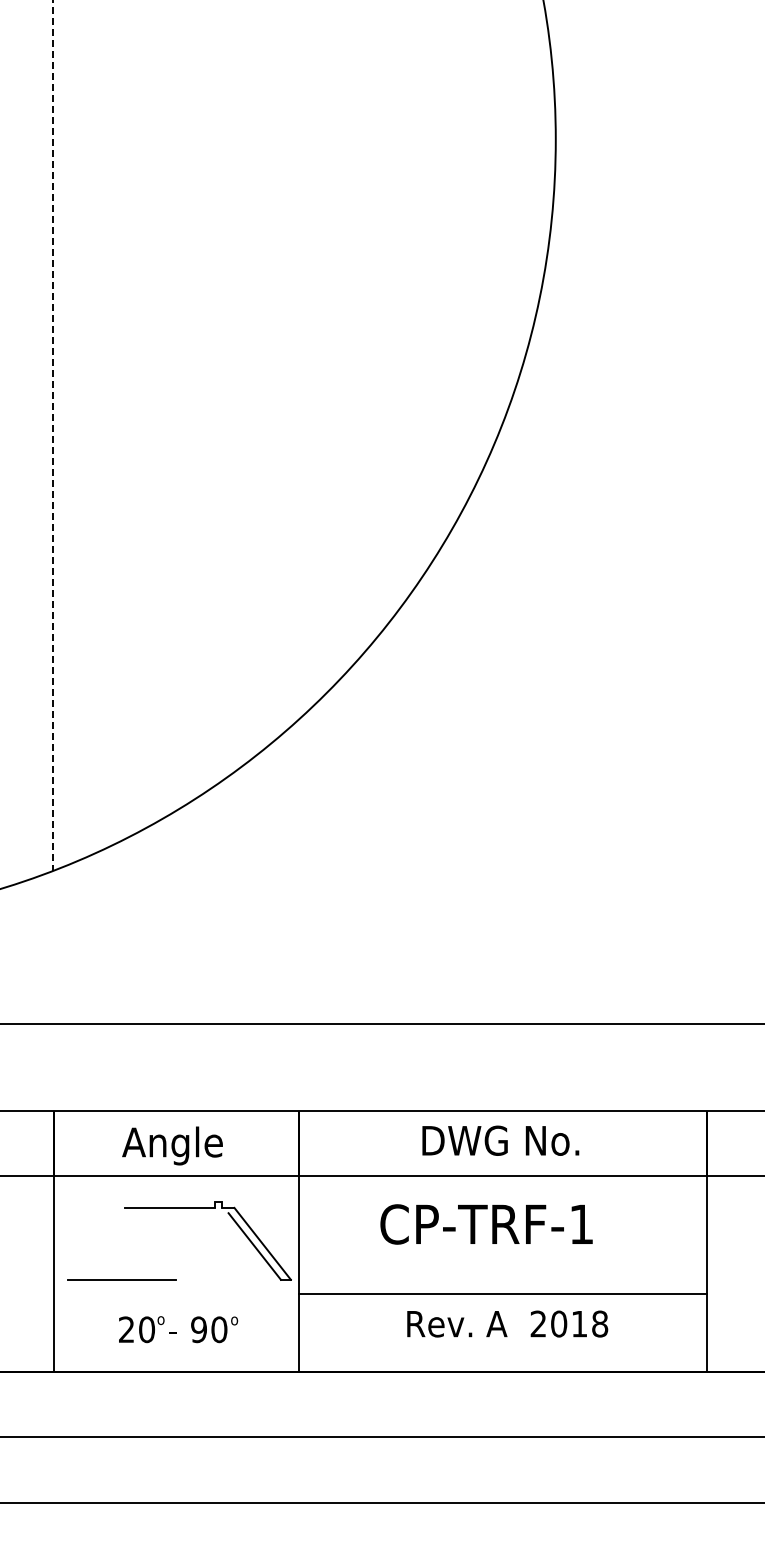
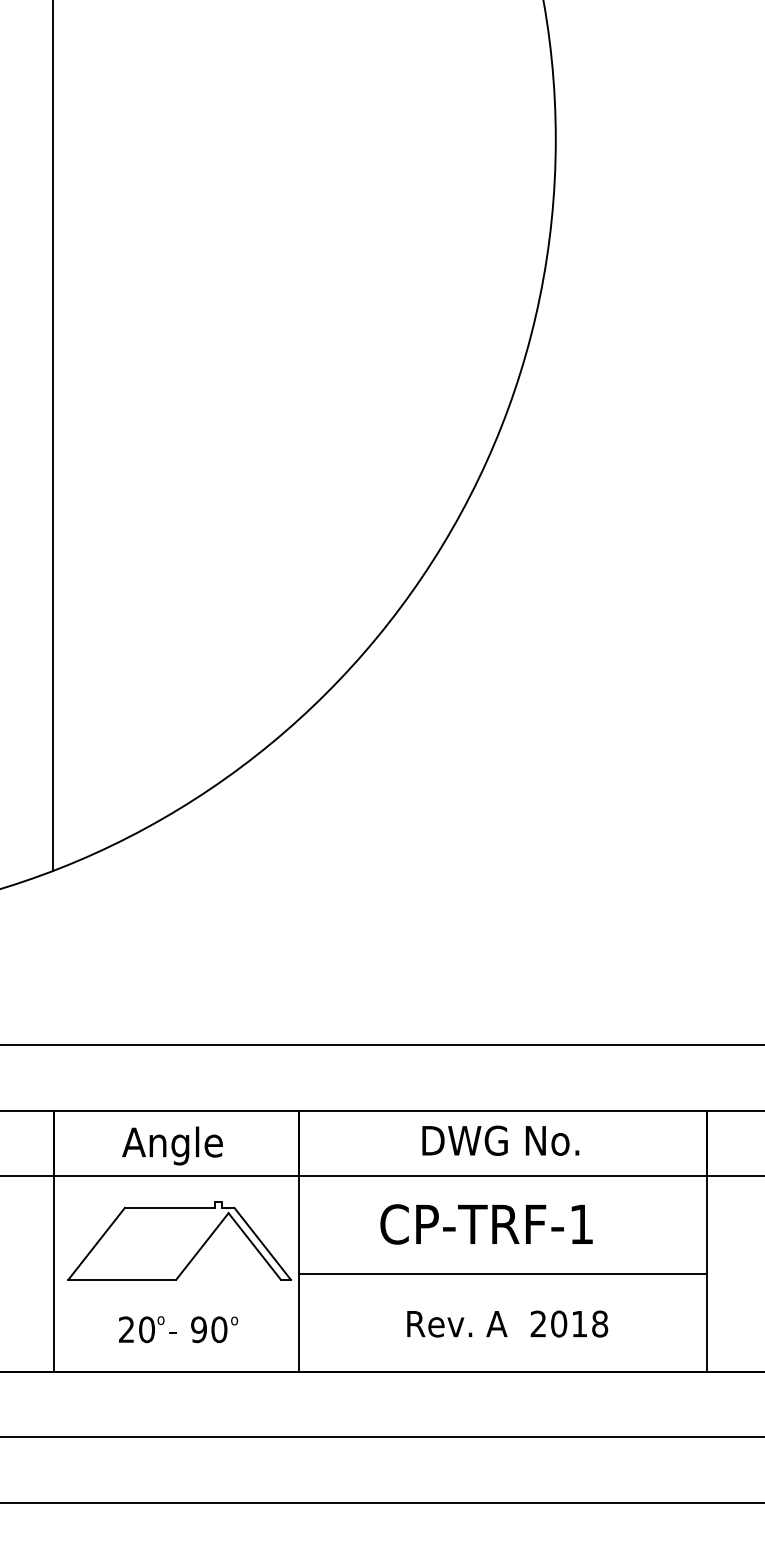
line at (53, 436): dashed -> solid
line at (381, 1024) position: (381, 1024) -> (381, 1045)
line at (96, 1243): none -> present
line at (202, 1246): none -> present
line at (503, 1293) position: (503, 1293) -> (503, 1273)
